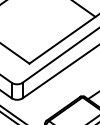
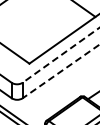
line at (60, 55): solid -> dashed
line at (61, 71): solid -> dashed
